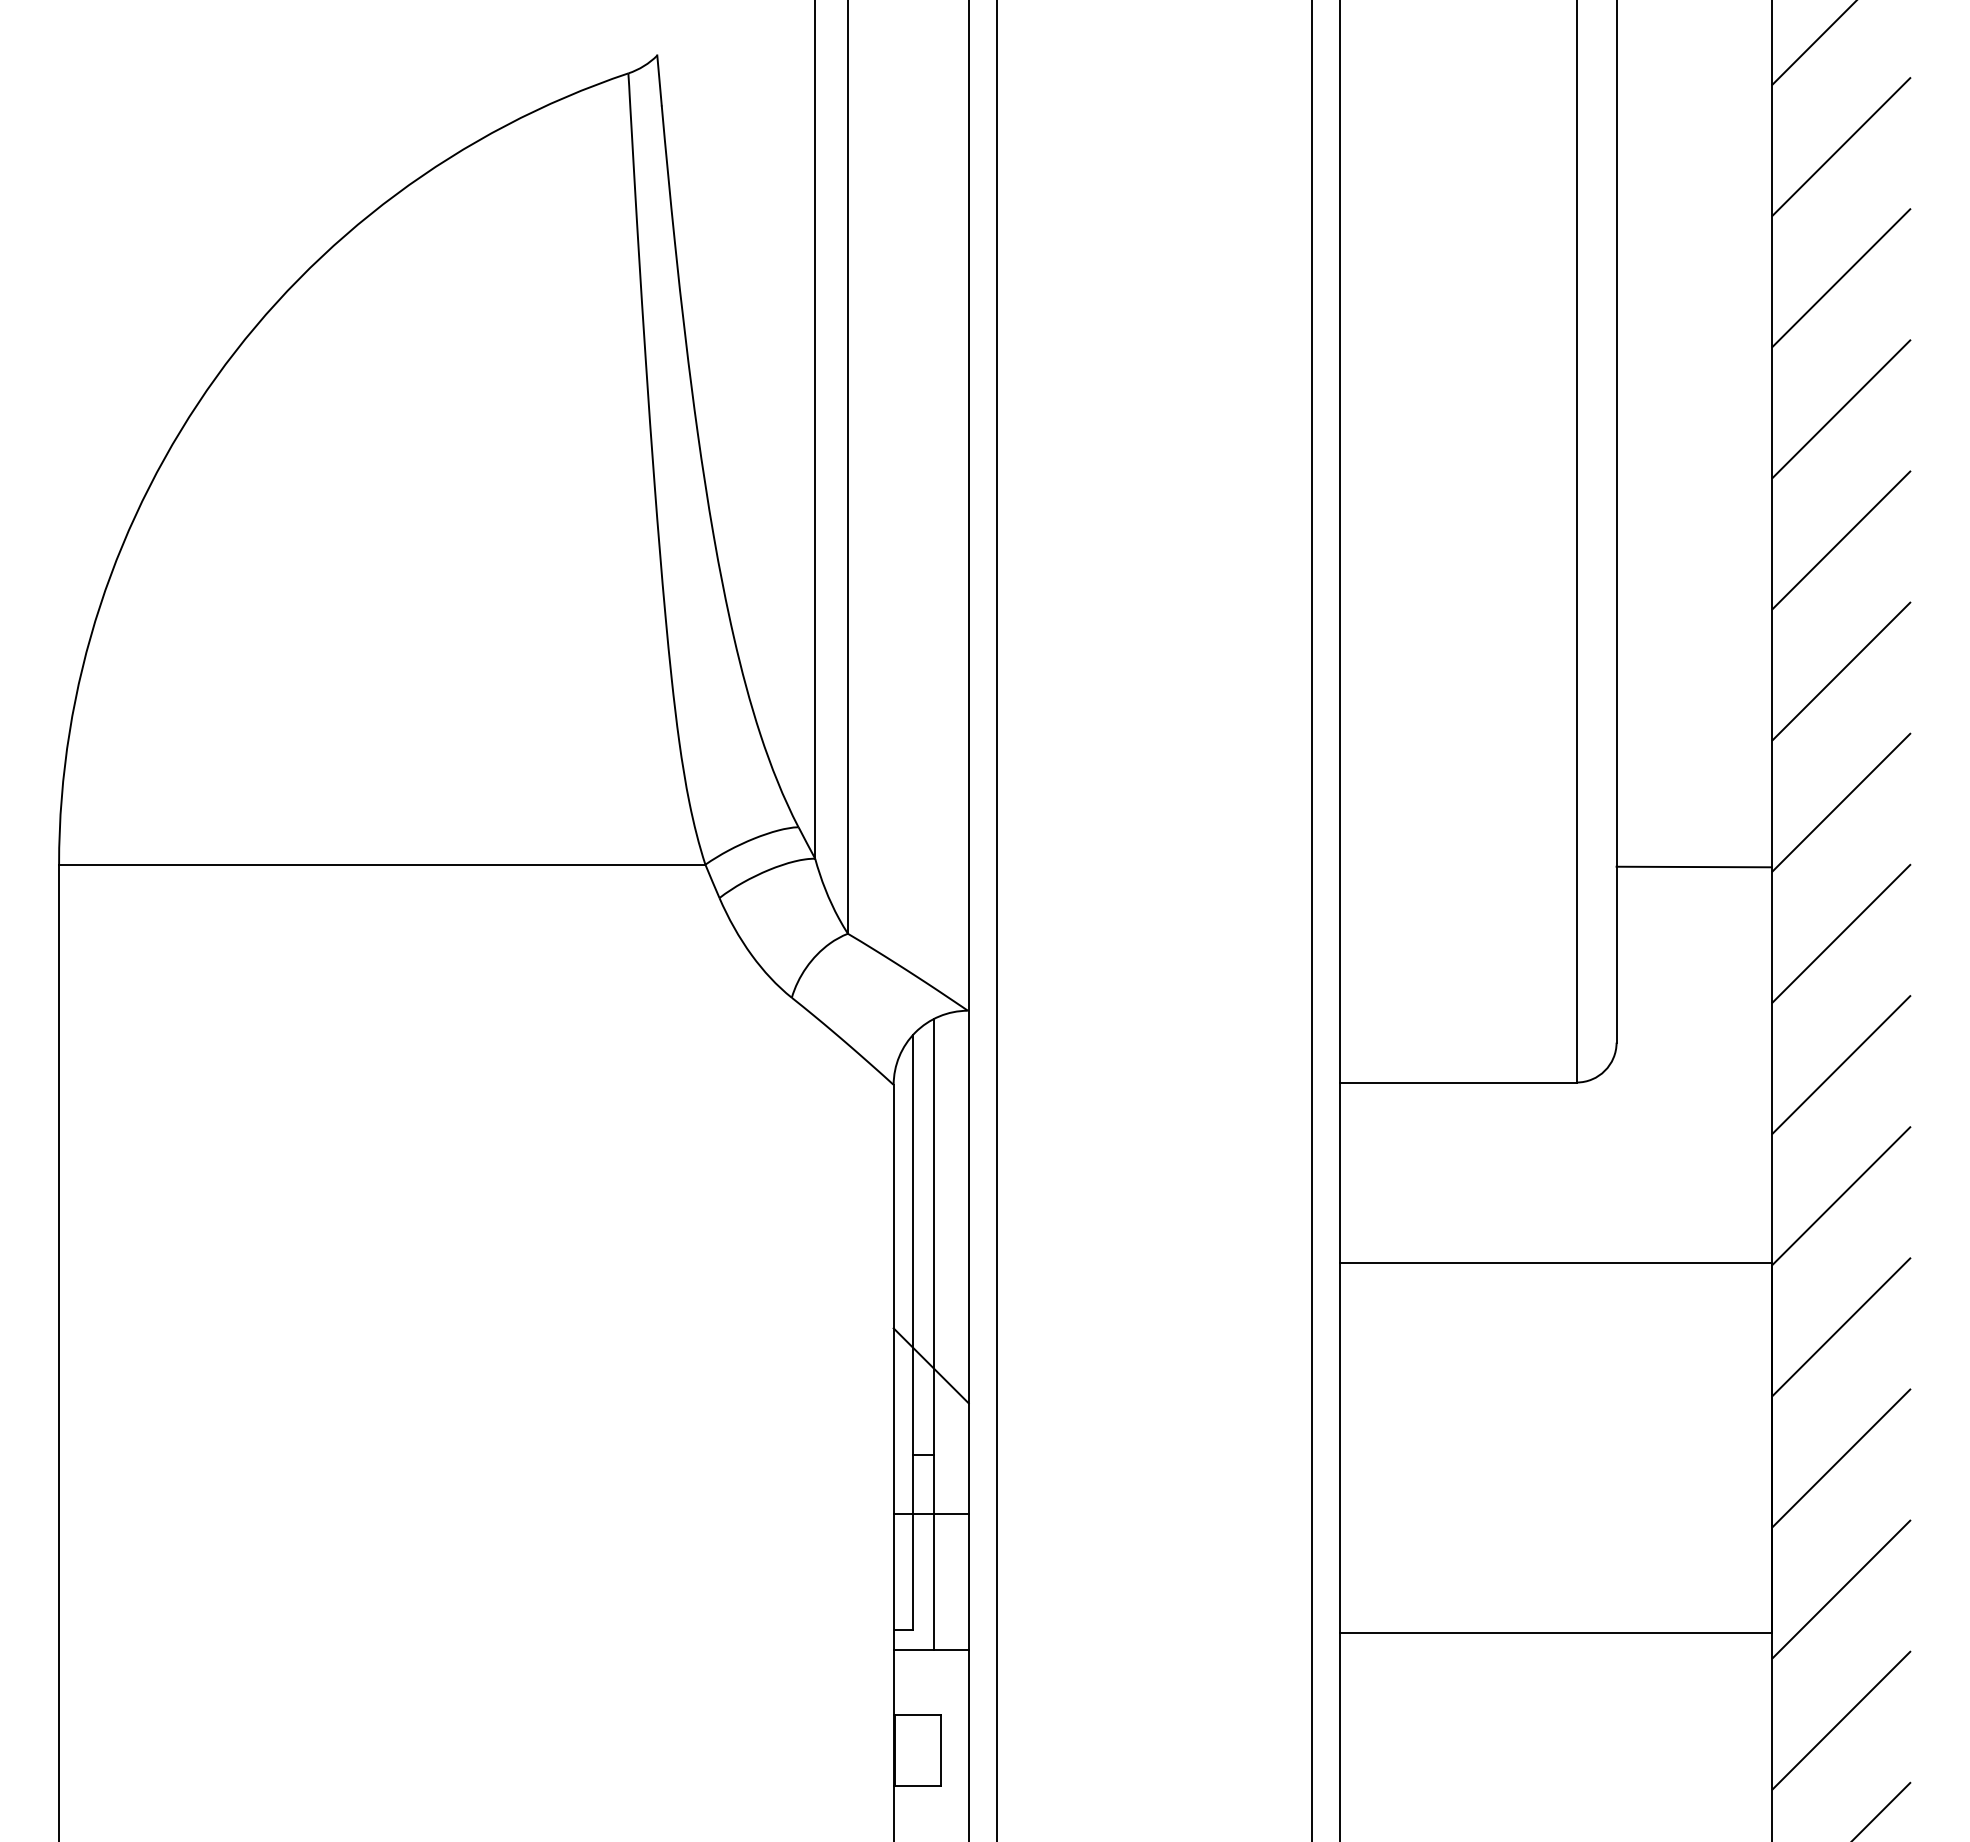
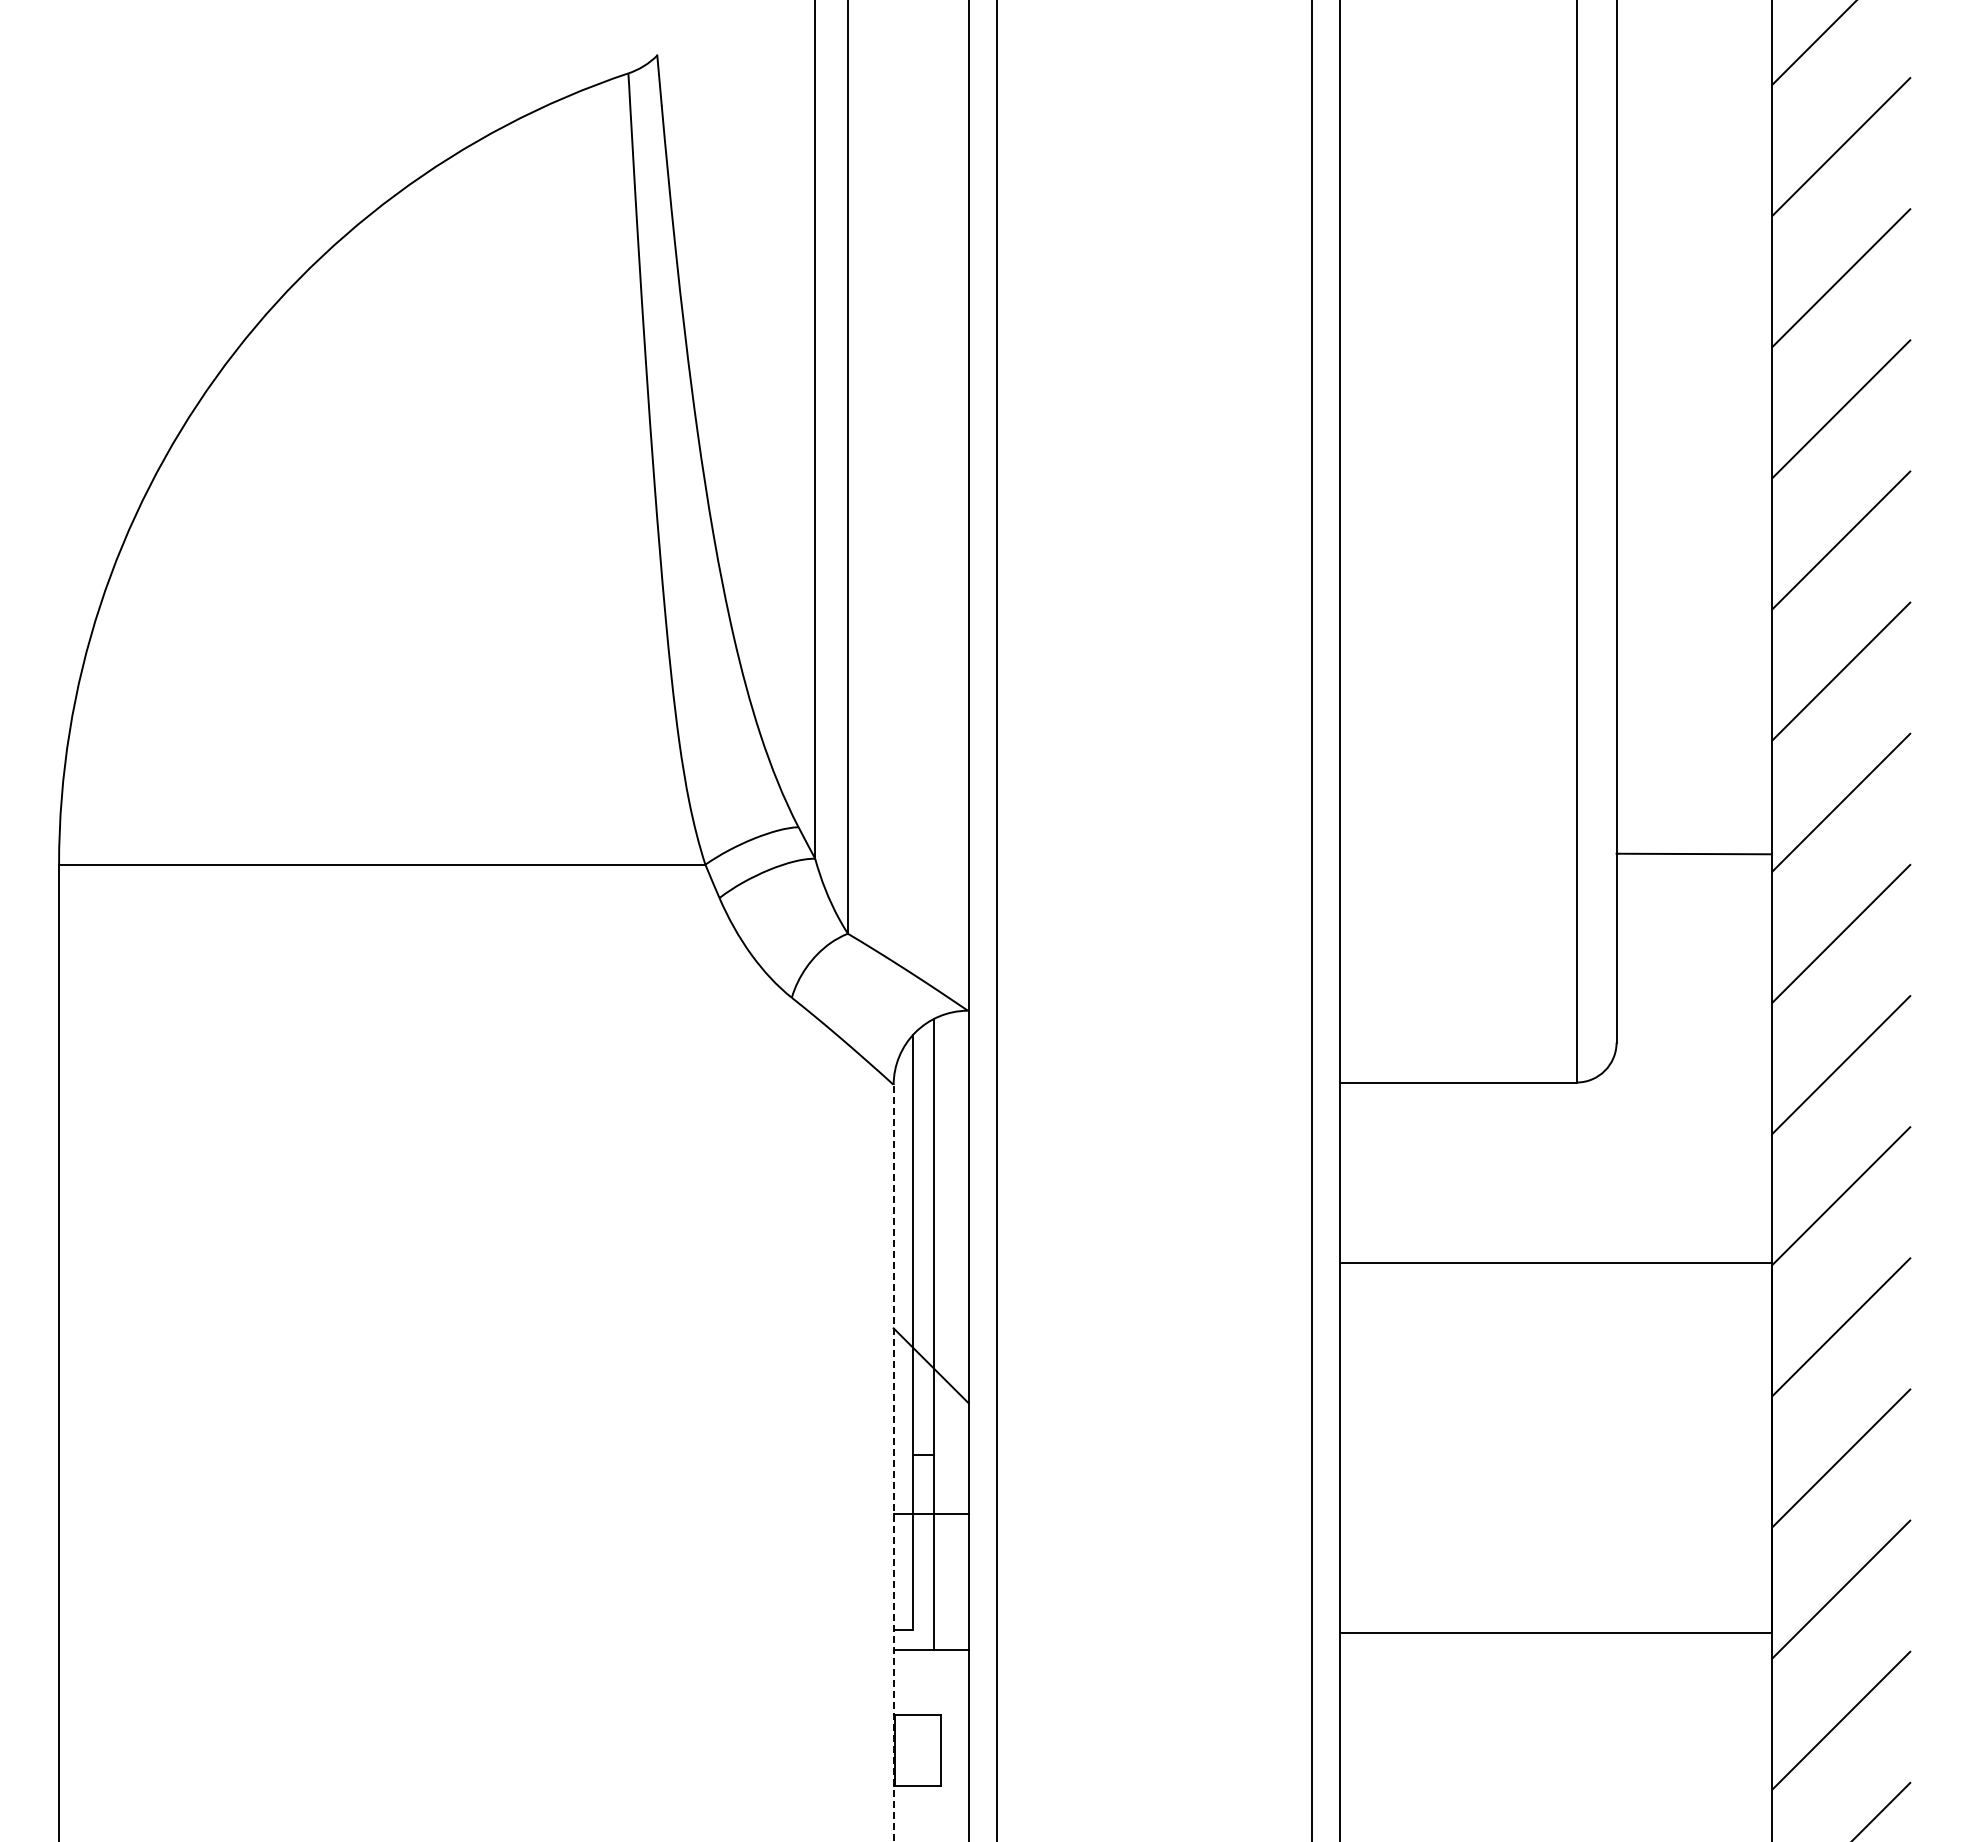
line at (1693, 866) position: (1693, 866) -> (1693, 853)
line at (893, 1462): solid -> dashed
